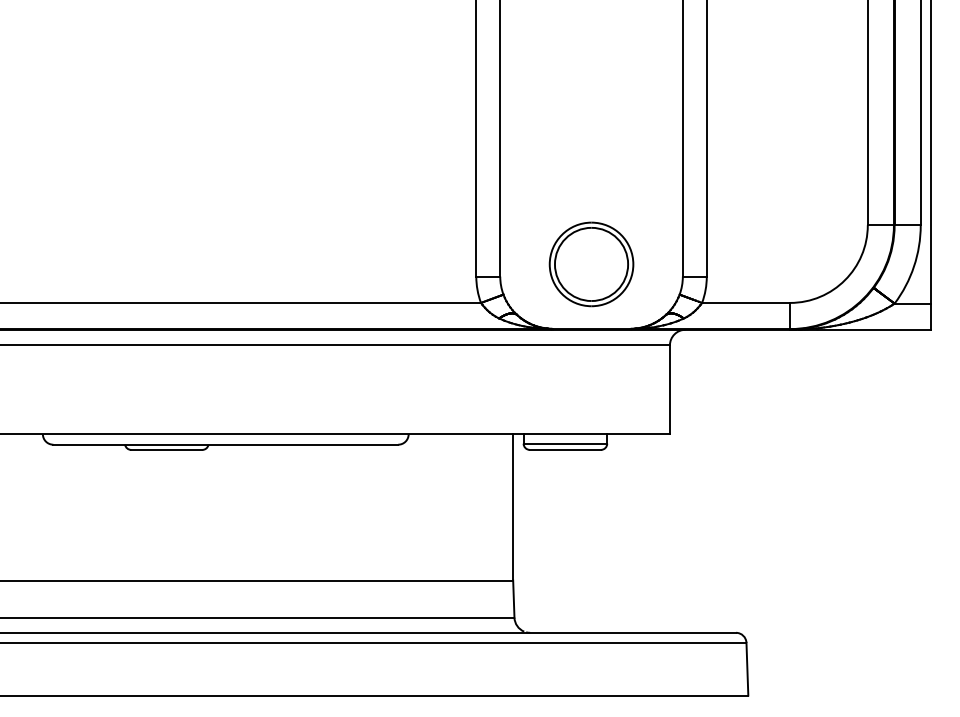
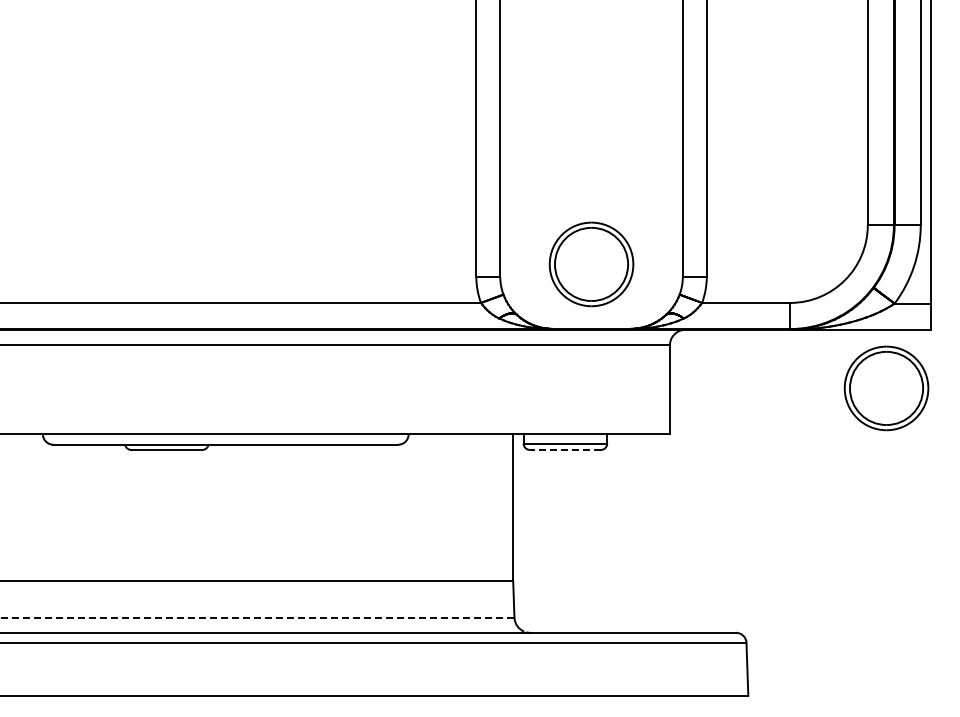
part at (886, 388): none -> present
line at (565, 449): solid -> dashed
line at (256, 617): solid -> dashed
